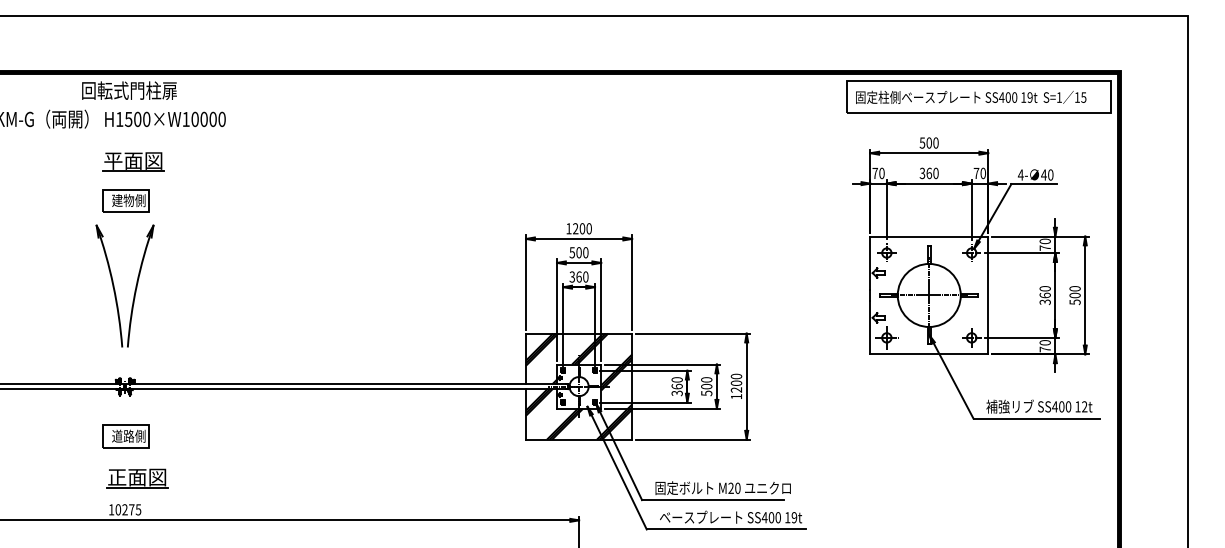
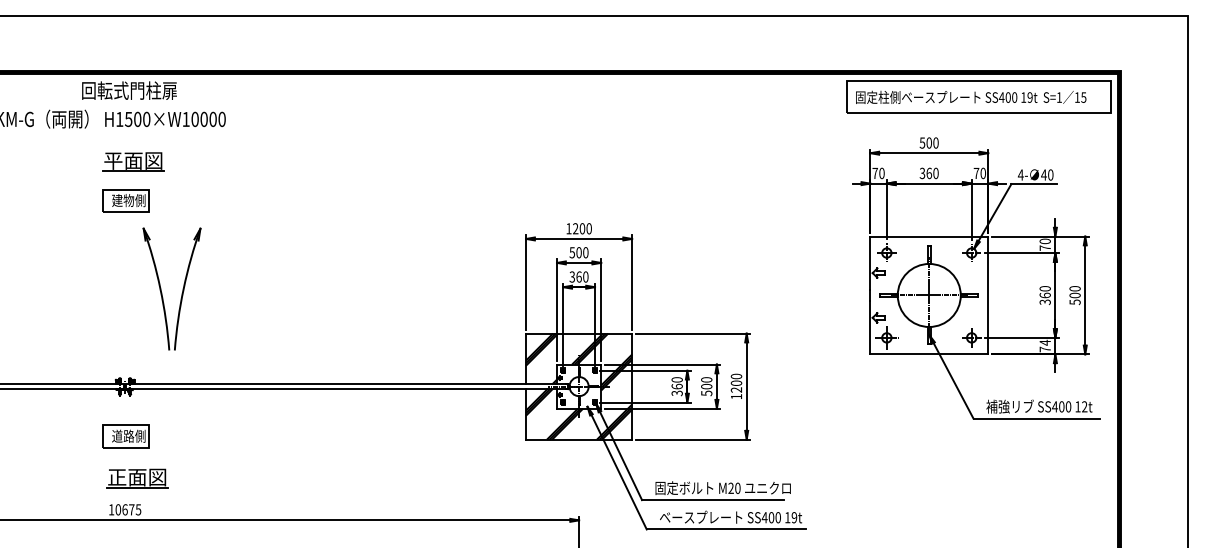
part at (115, 289) position: (115, 289) -> (162, 292)
text at (1044, 342): 70 -> 74
text at (124, 509): 10275 -> 10675
